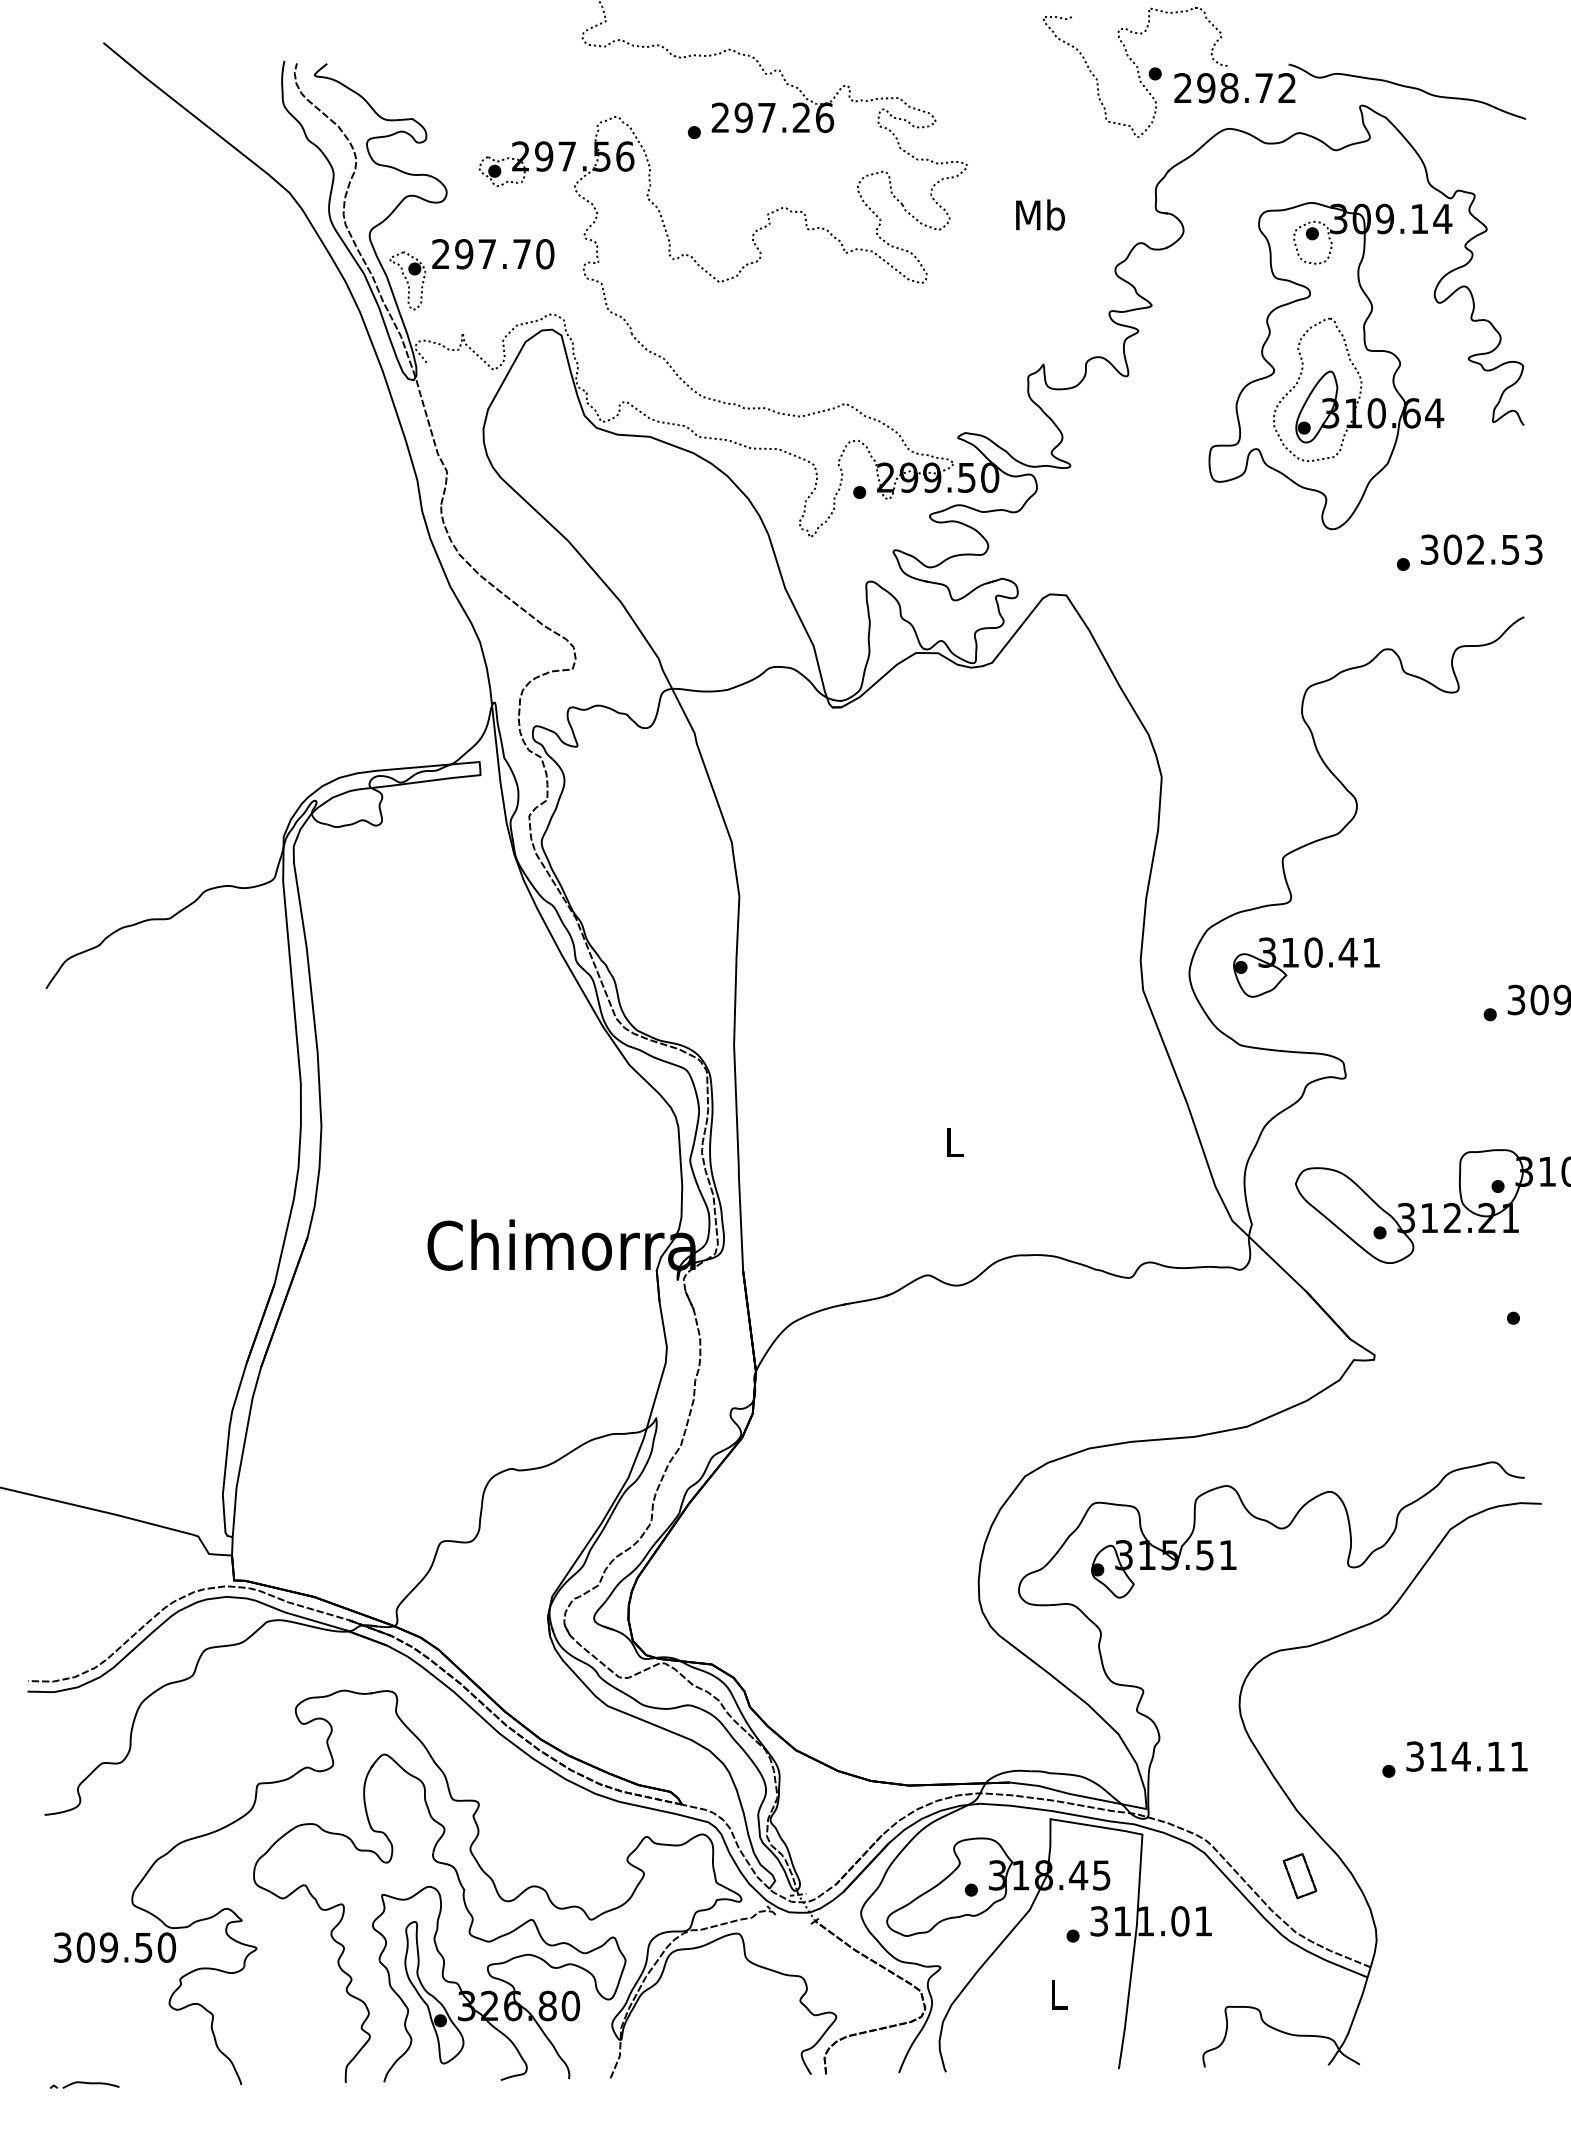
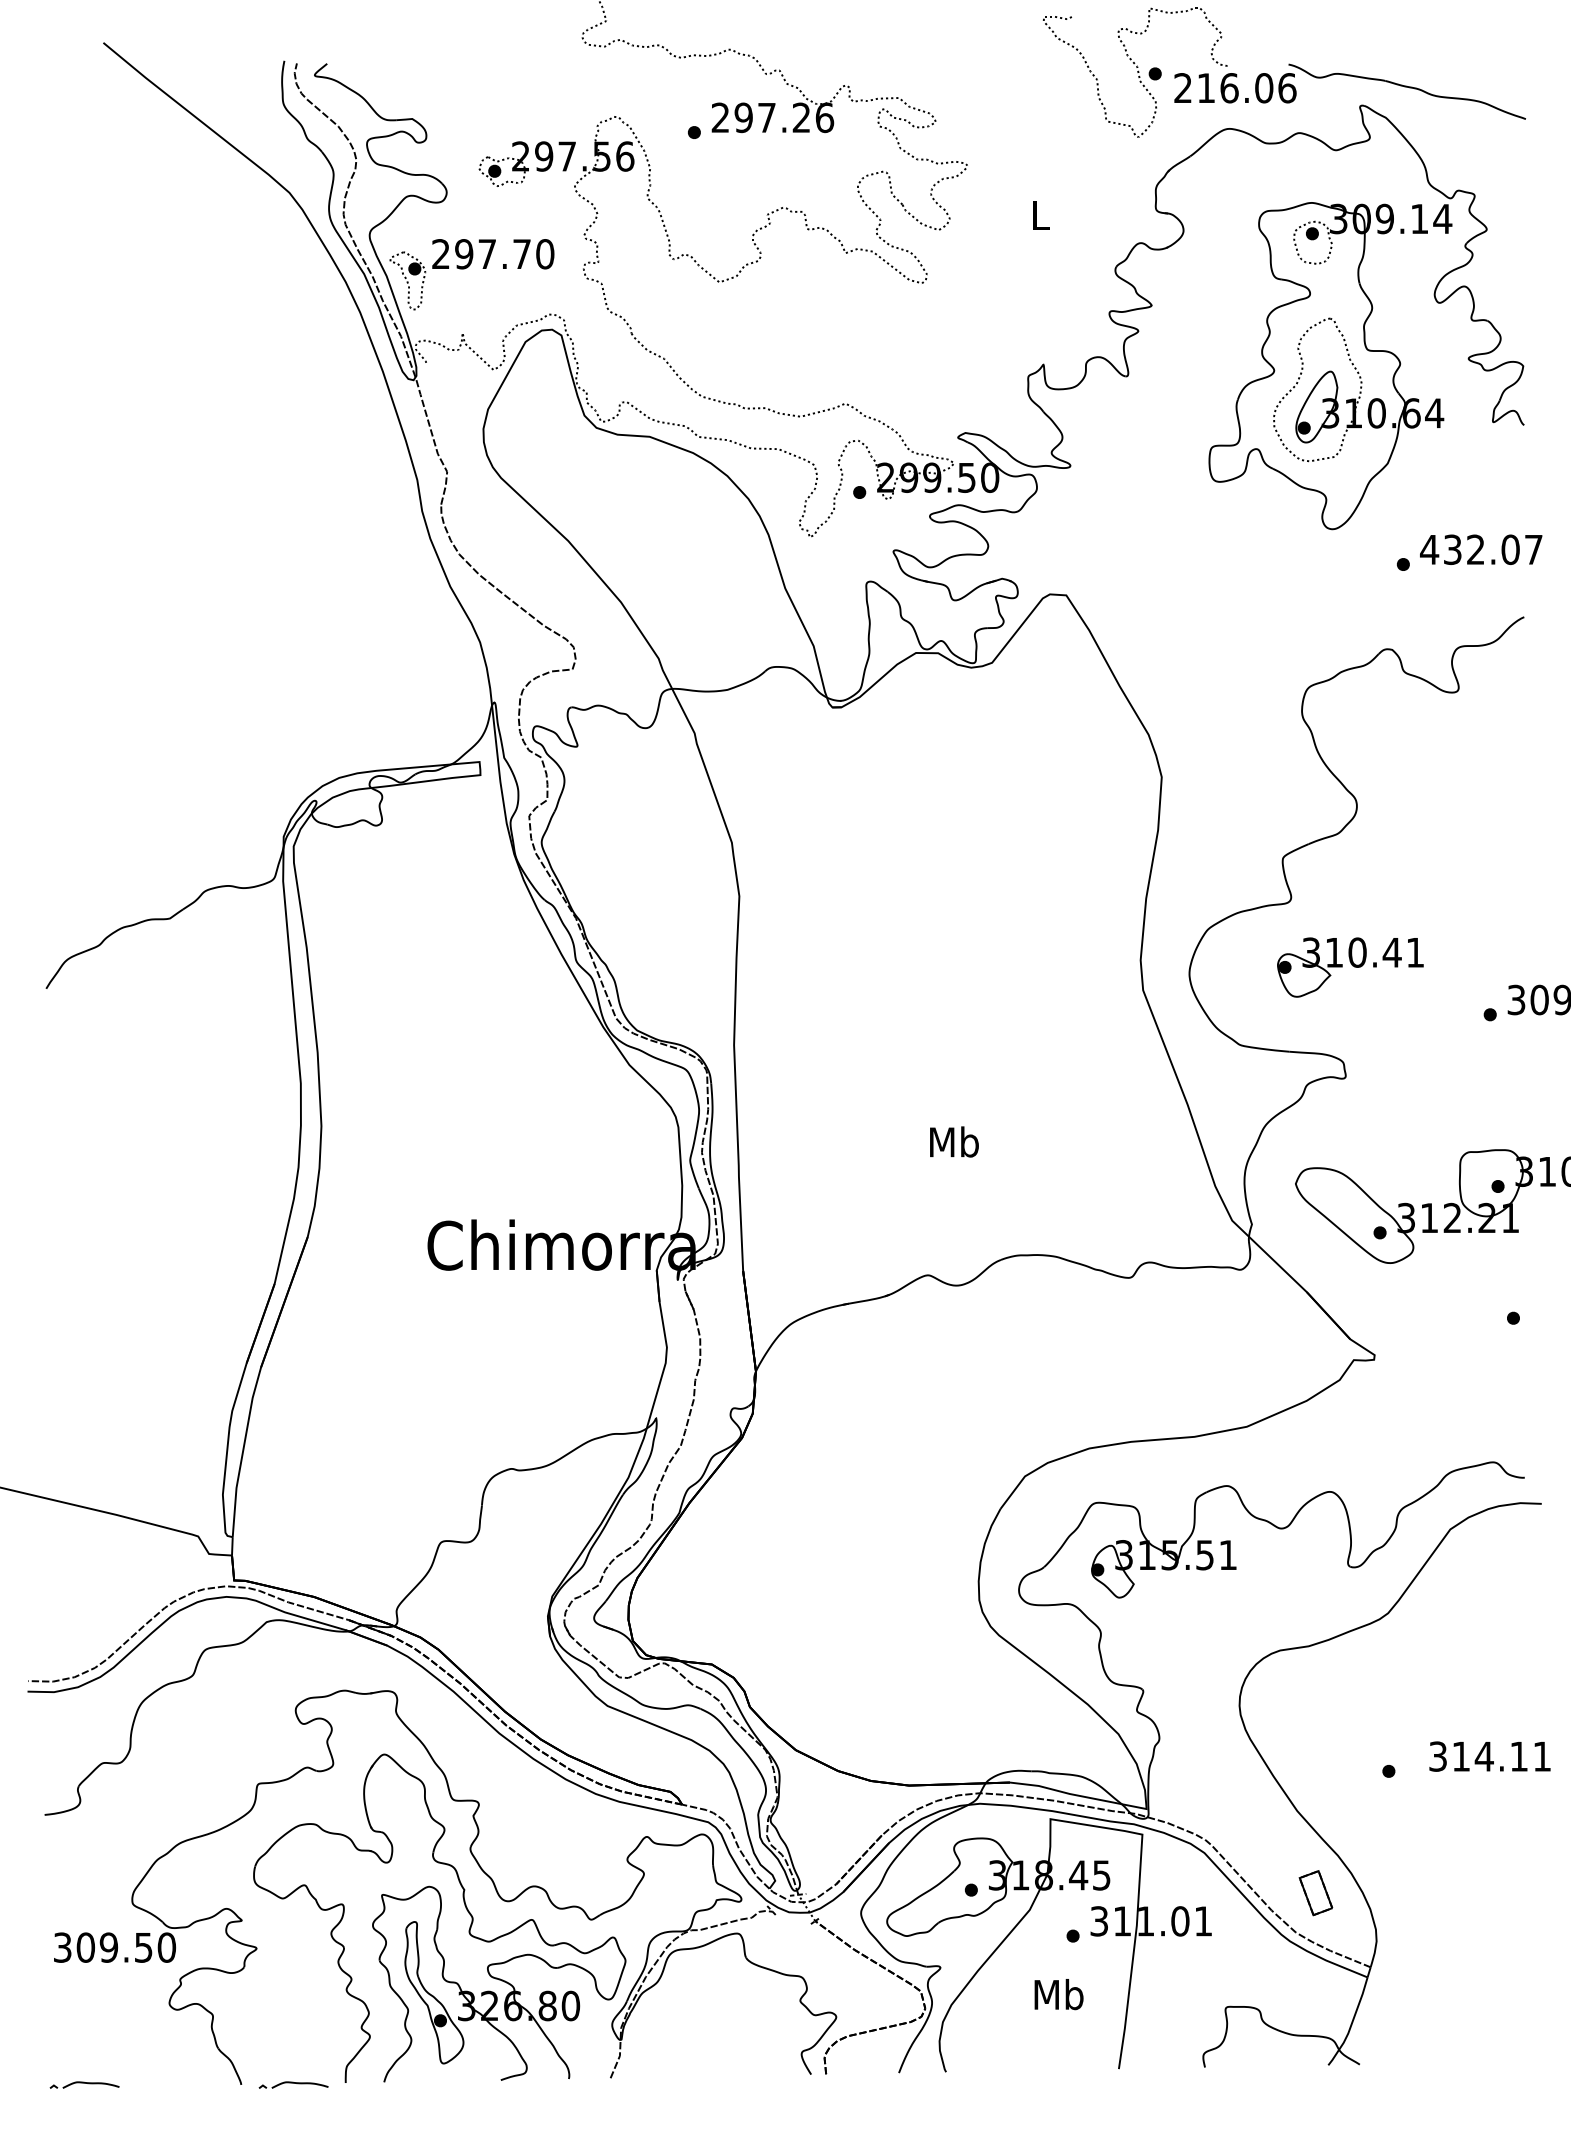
text at (1246, 88): 298.72 -> 216.06
text at (1040, 214): Mb -> L
text at (1481, 549): 302.53 -> 432.07
part at (1306, 967) position: (1306, 967) -> (1350, 967)
text at (954, 1141): L -> Mb
text at (1466, 1756) position: (1466, 1756) -> (1489, 1756)
part at (1299, 1876) position: (1299, 1876) -> (1315, 1893)
text at (1058, 1994): L -> Mb
part at (293, 2084): none -> present
